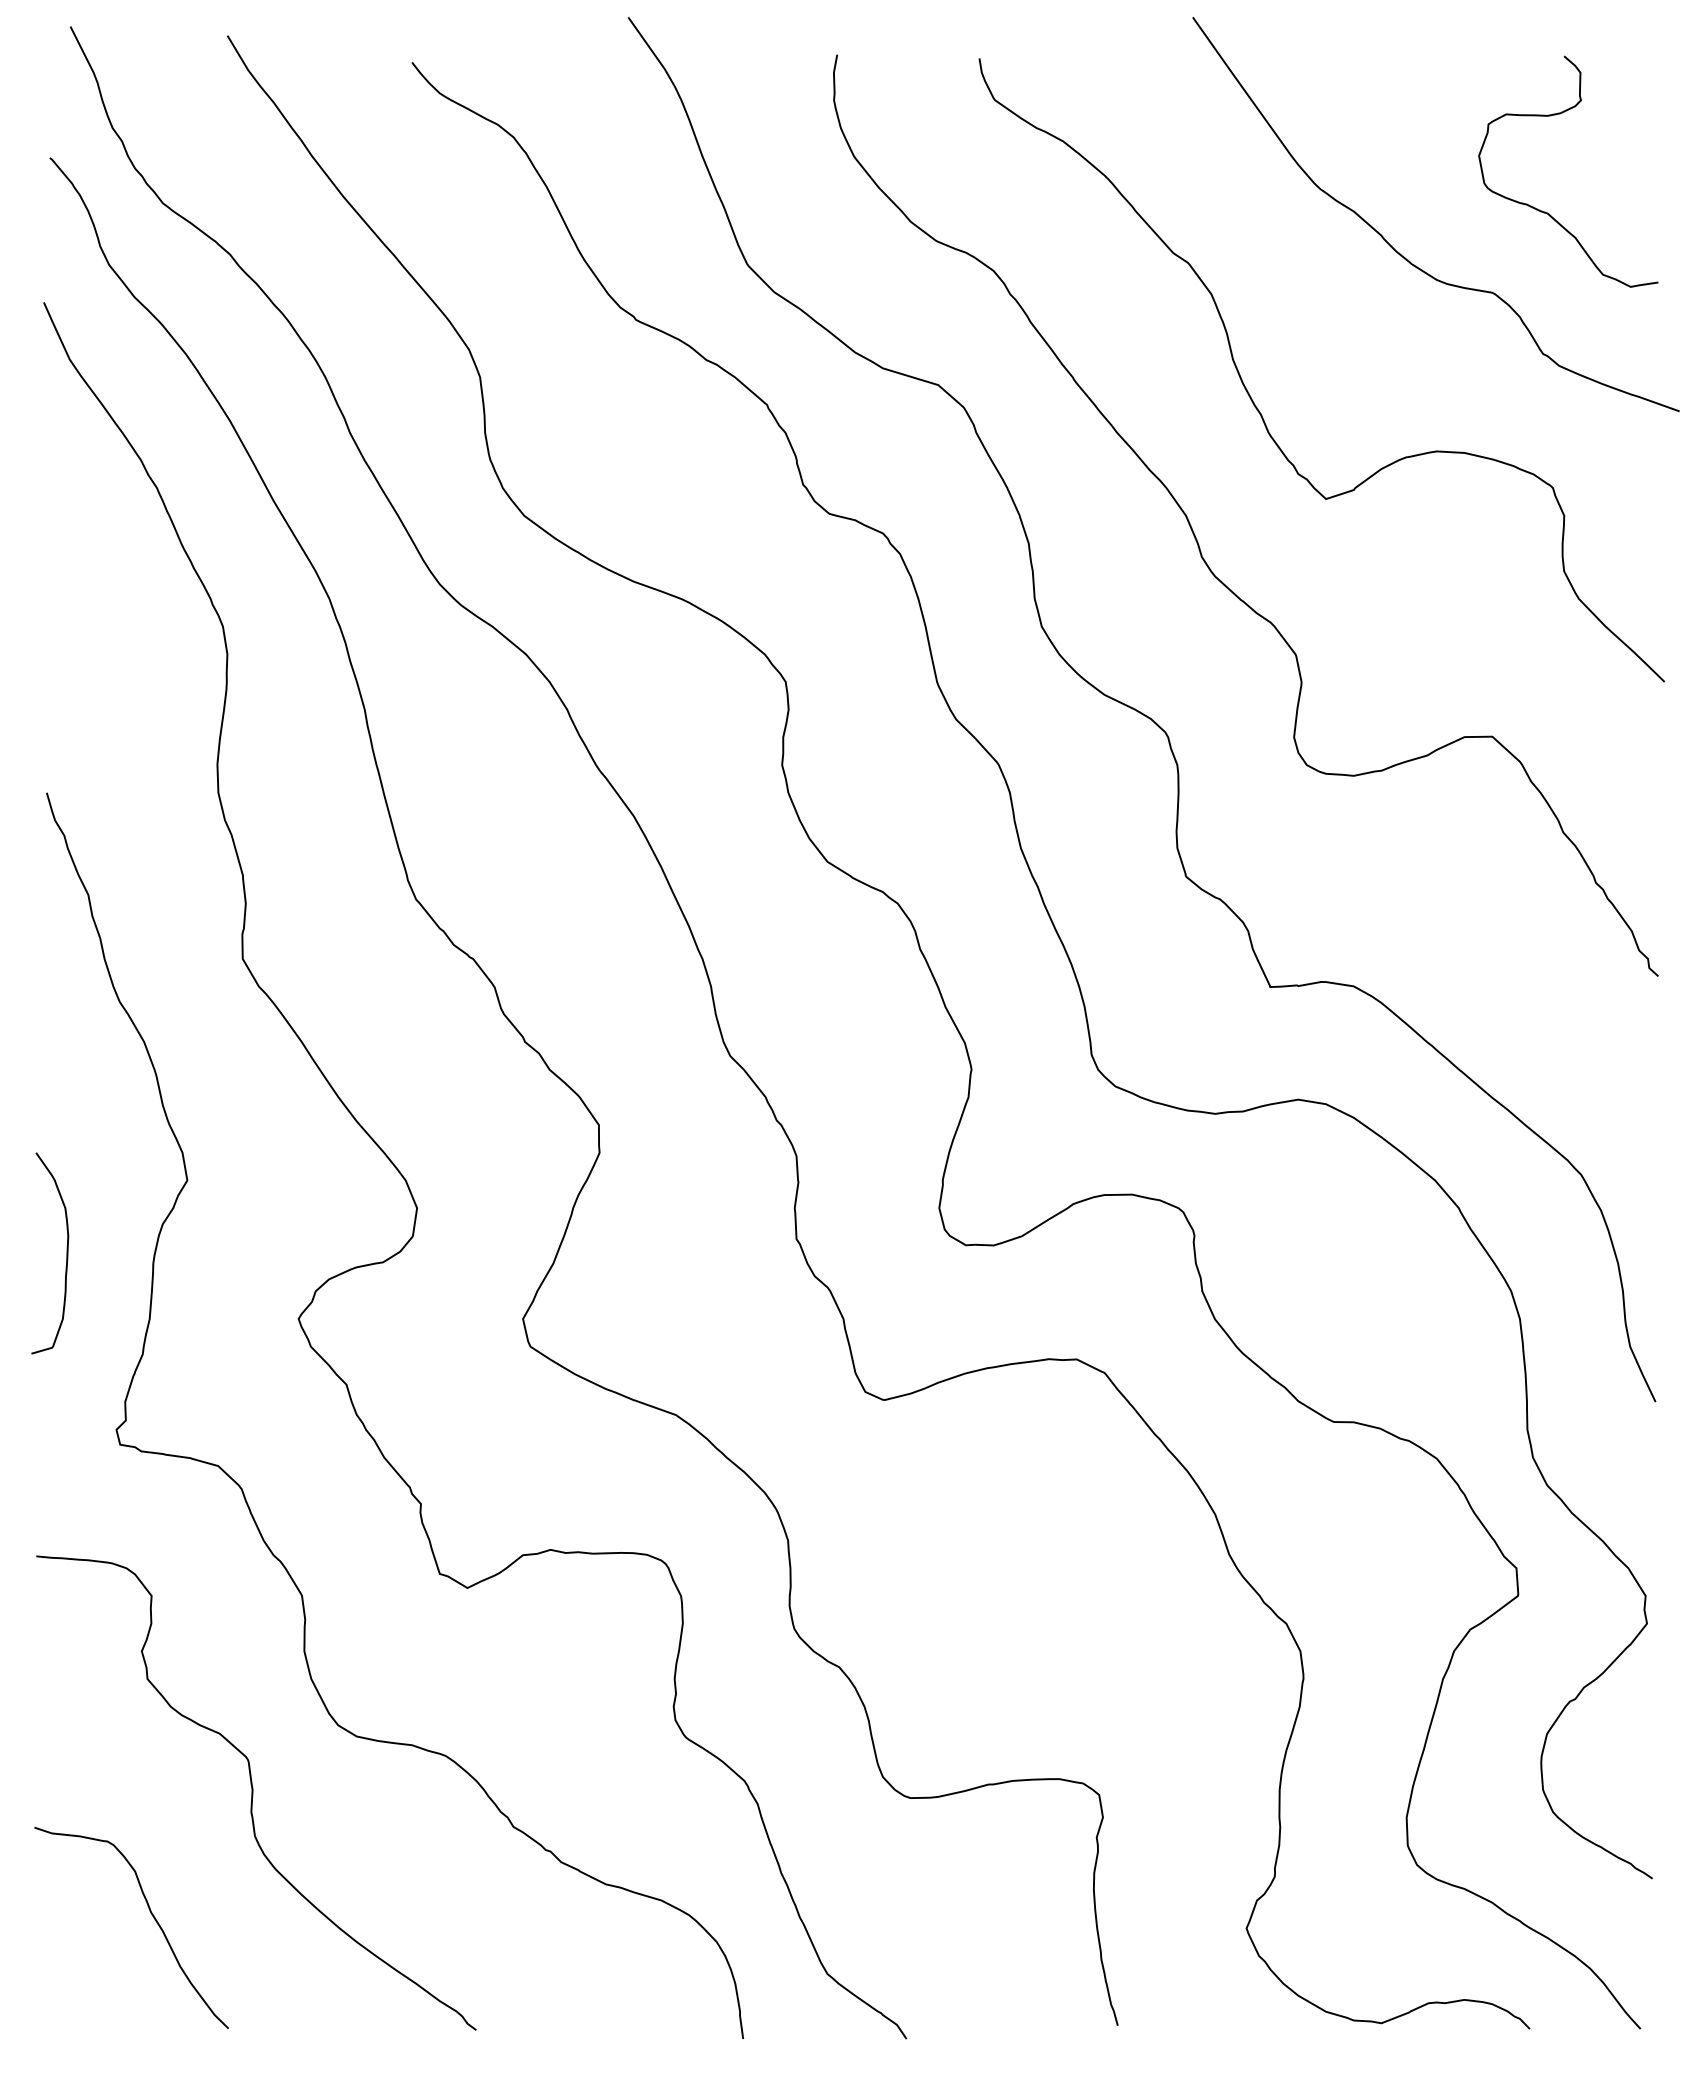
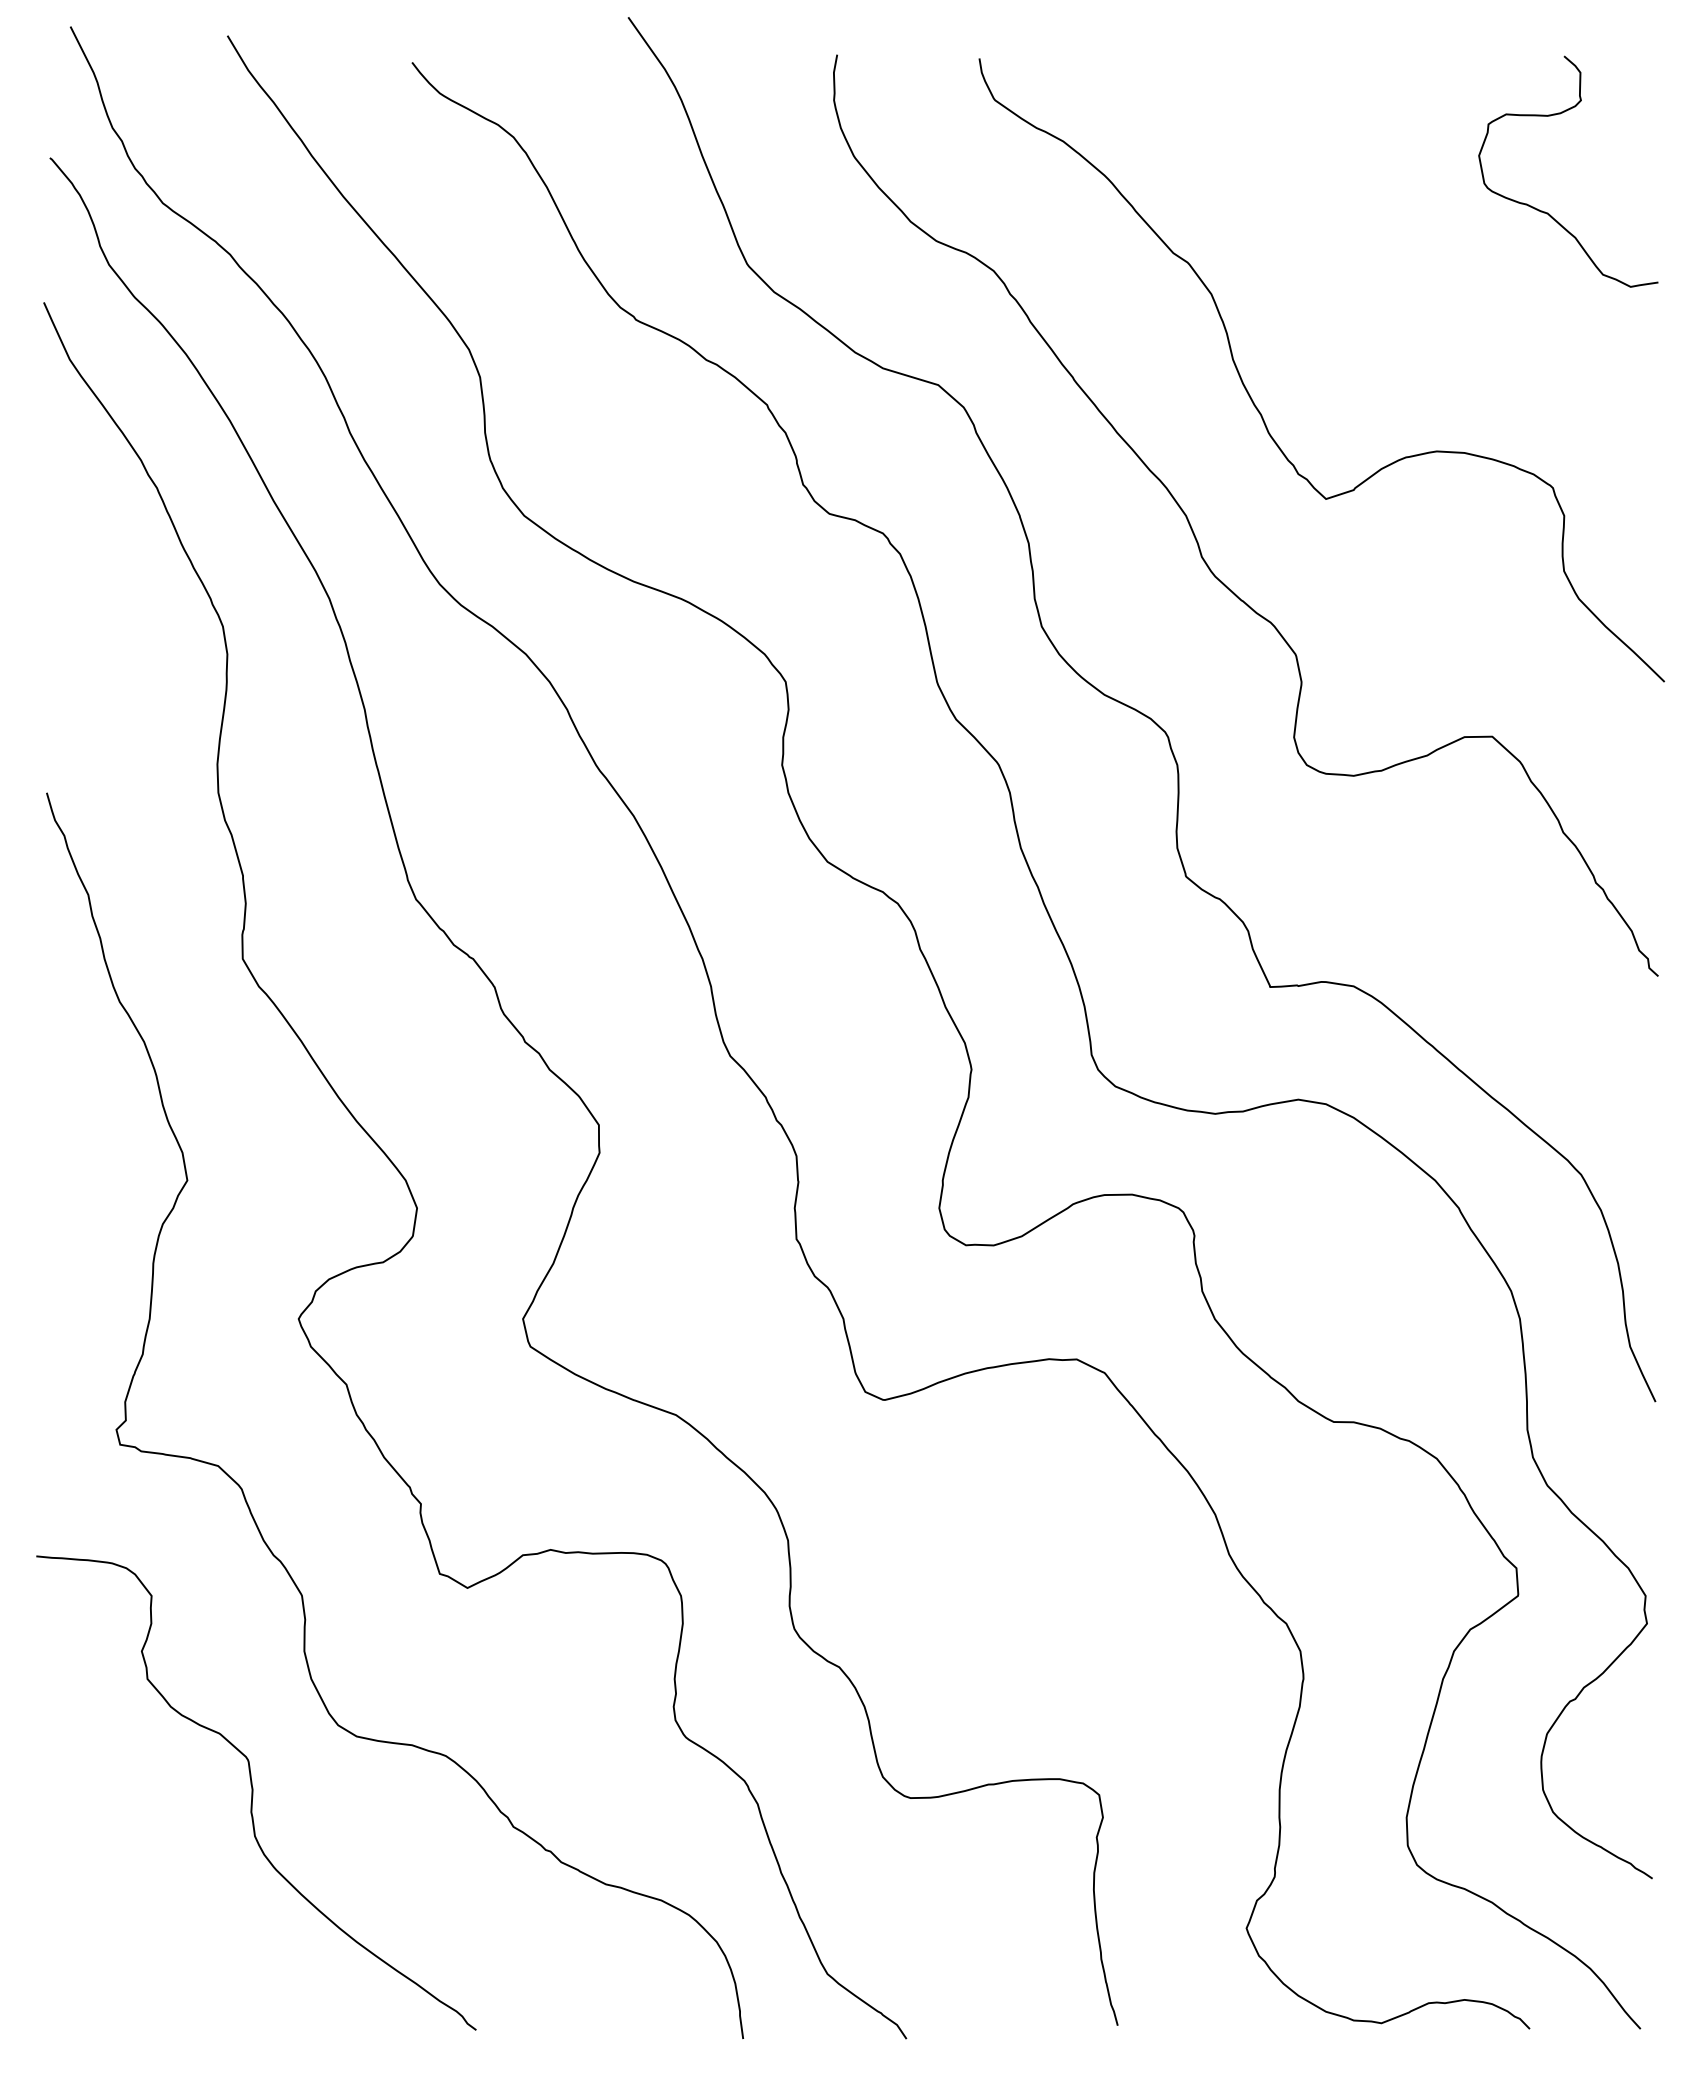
curve at (1404, 256): present -> none
curve at (66, 1253): present -> none
curve at (150, 1913): present -> none
